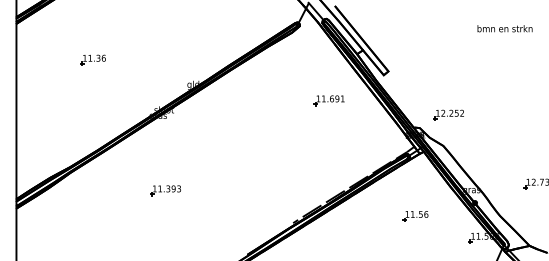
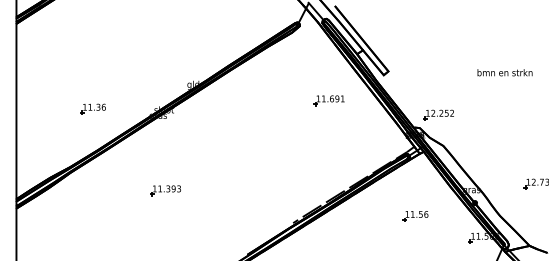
text at (504, 28) position: (504, 28) -> (504, 72)
part at (92, 59) position: (92, 59) -> (92, 108)
part at (448, 114) position: (448, 114) -> (438, 114)
